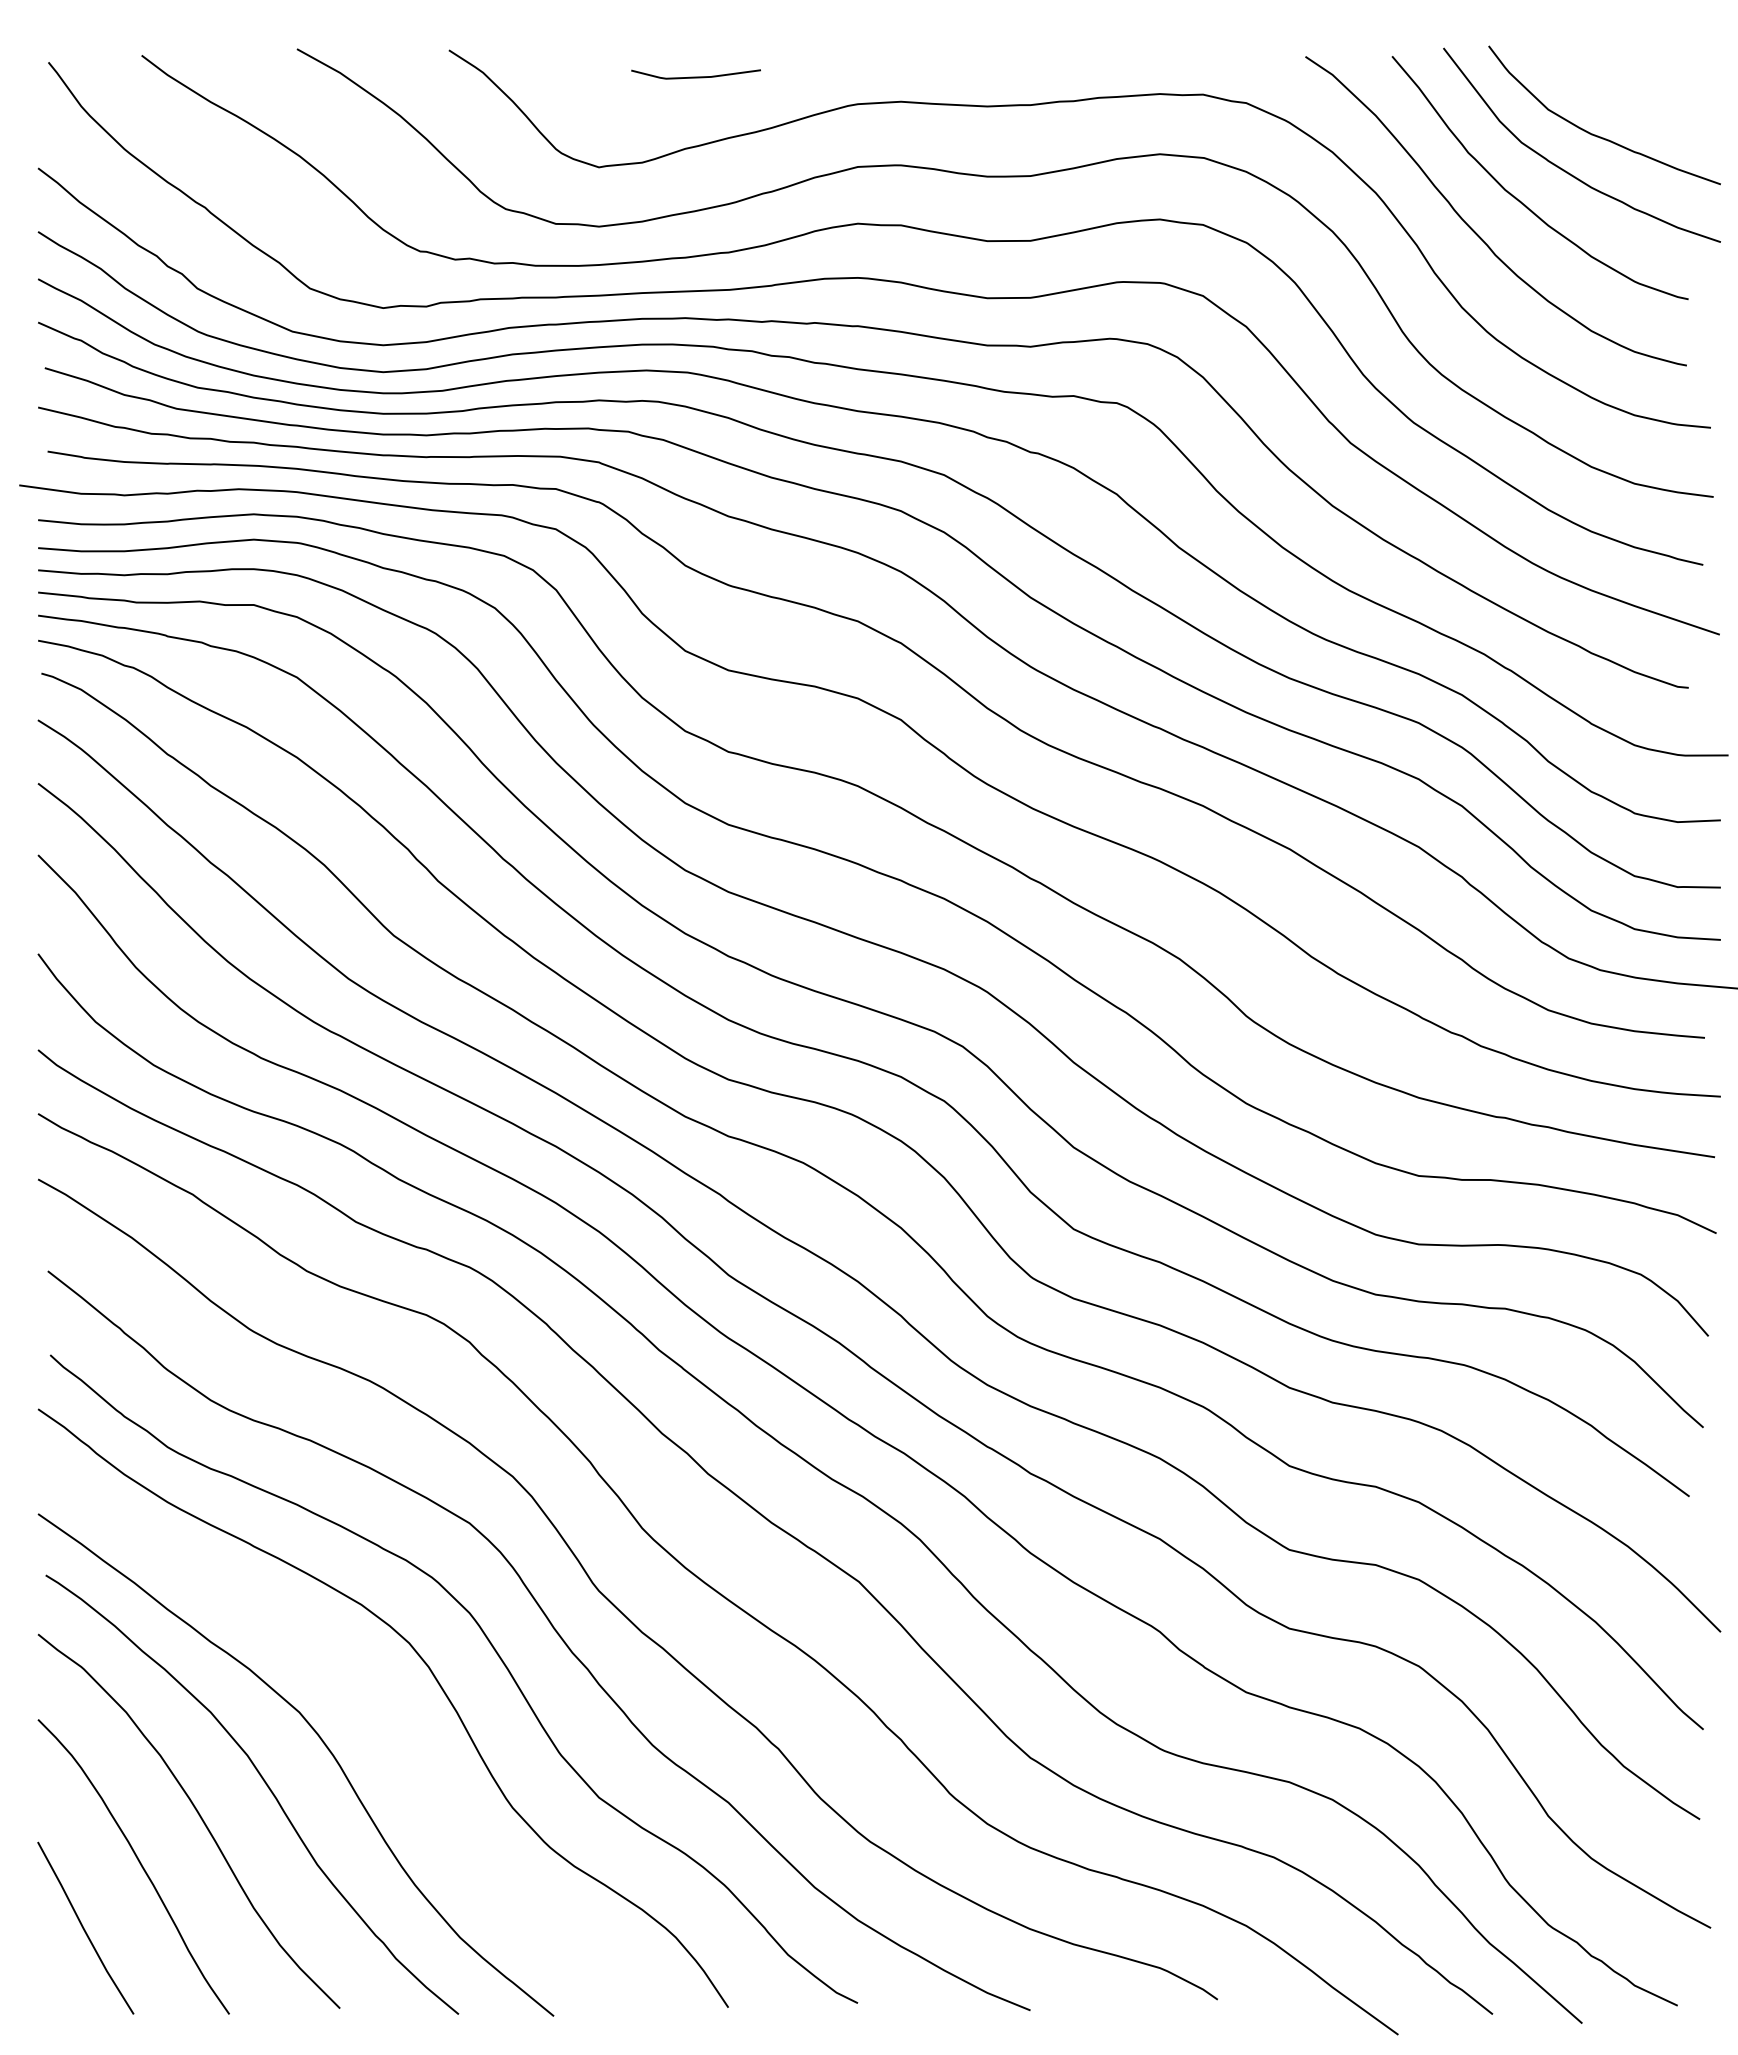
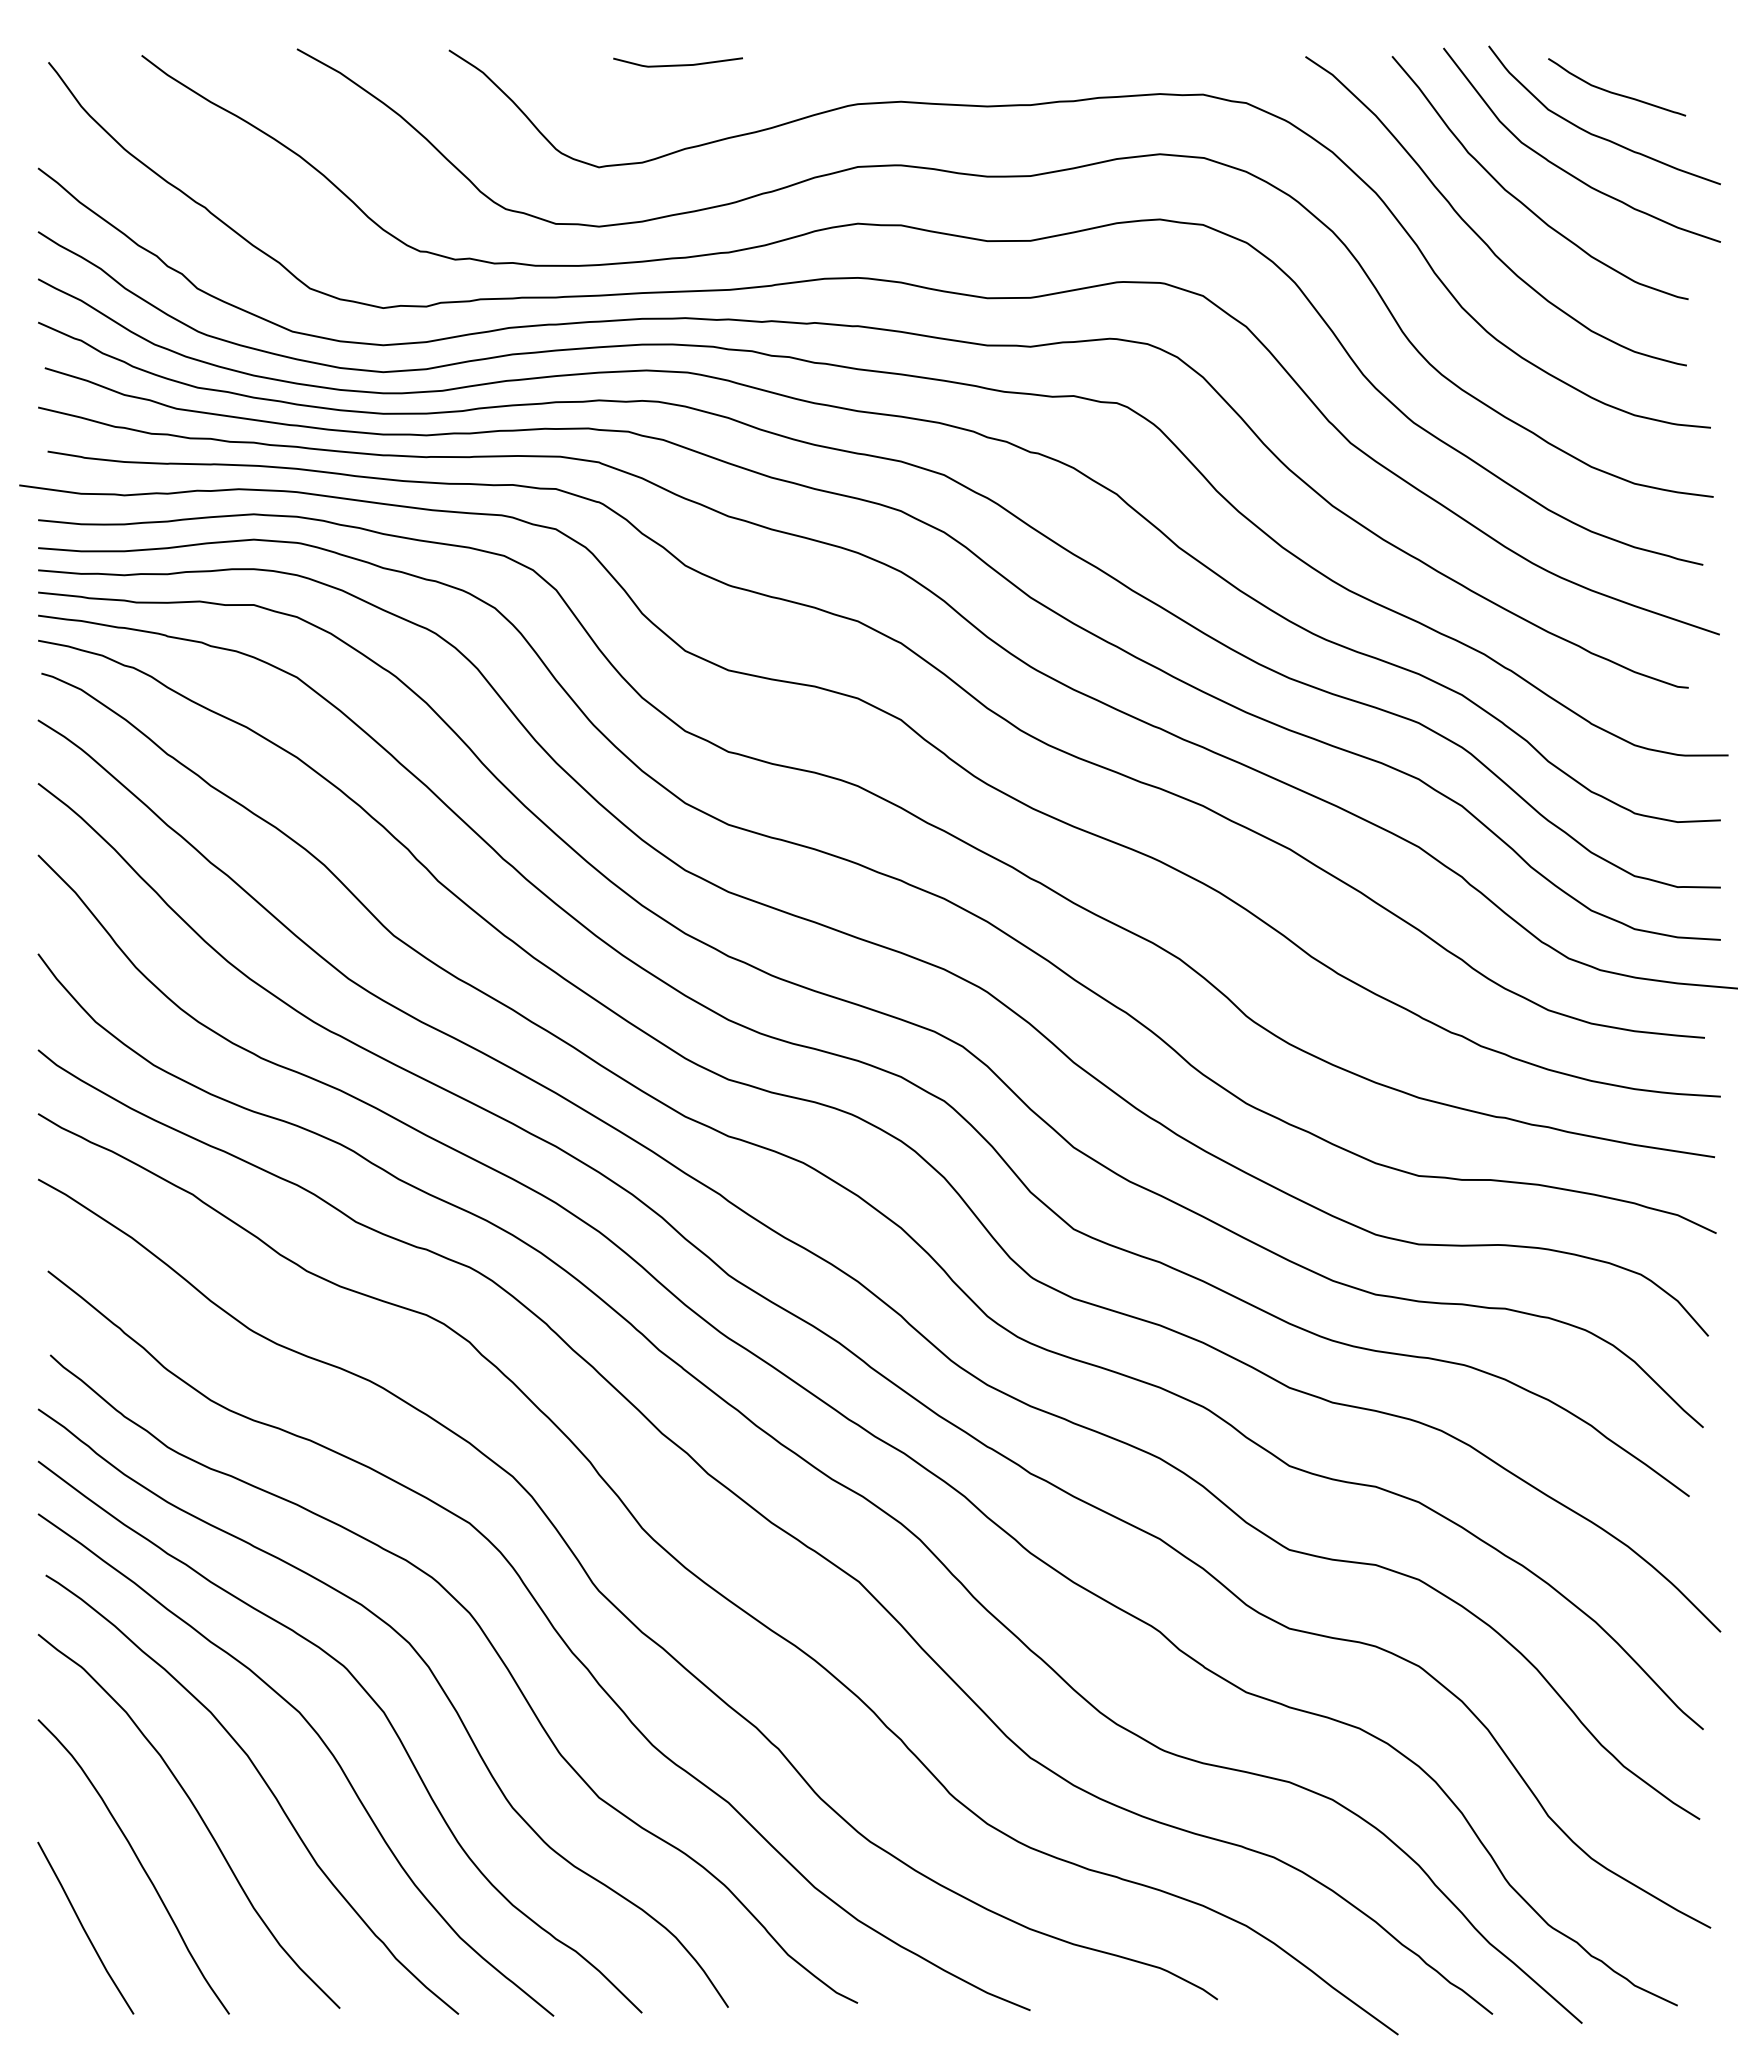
line at (695, 76) position: (695, 76) -> (677, 64)
curve at (1615, 92): none -> present
curve at (375, 1704): none -> present
